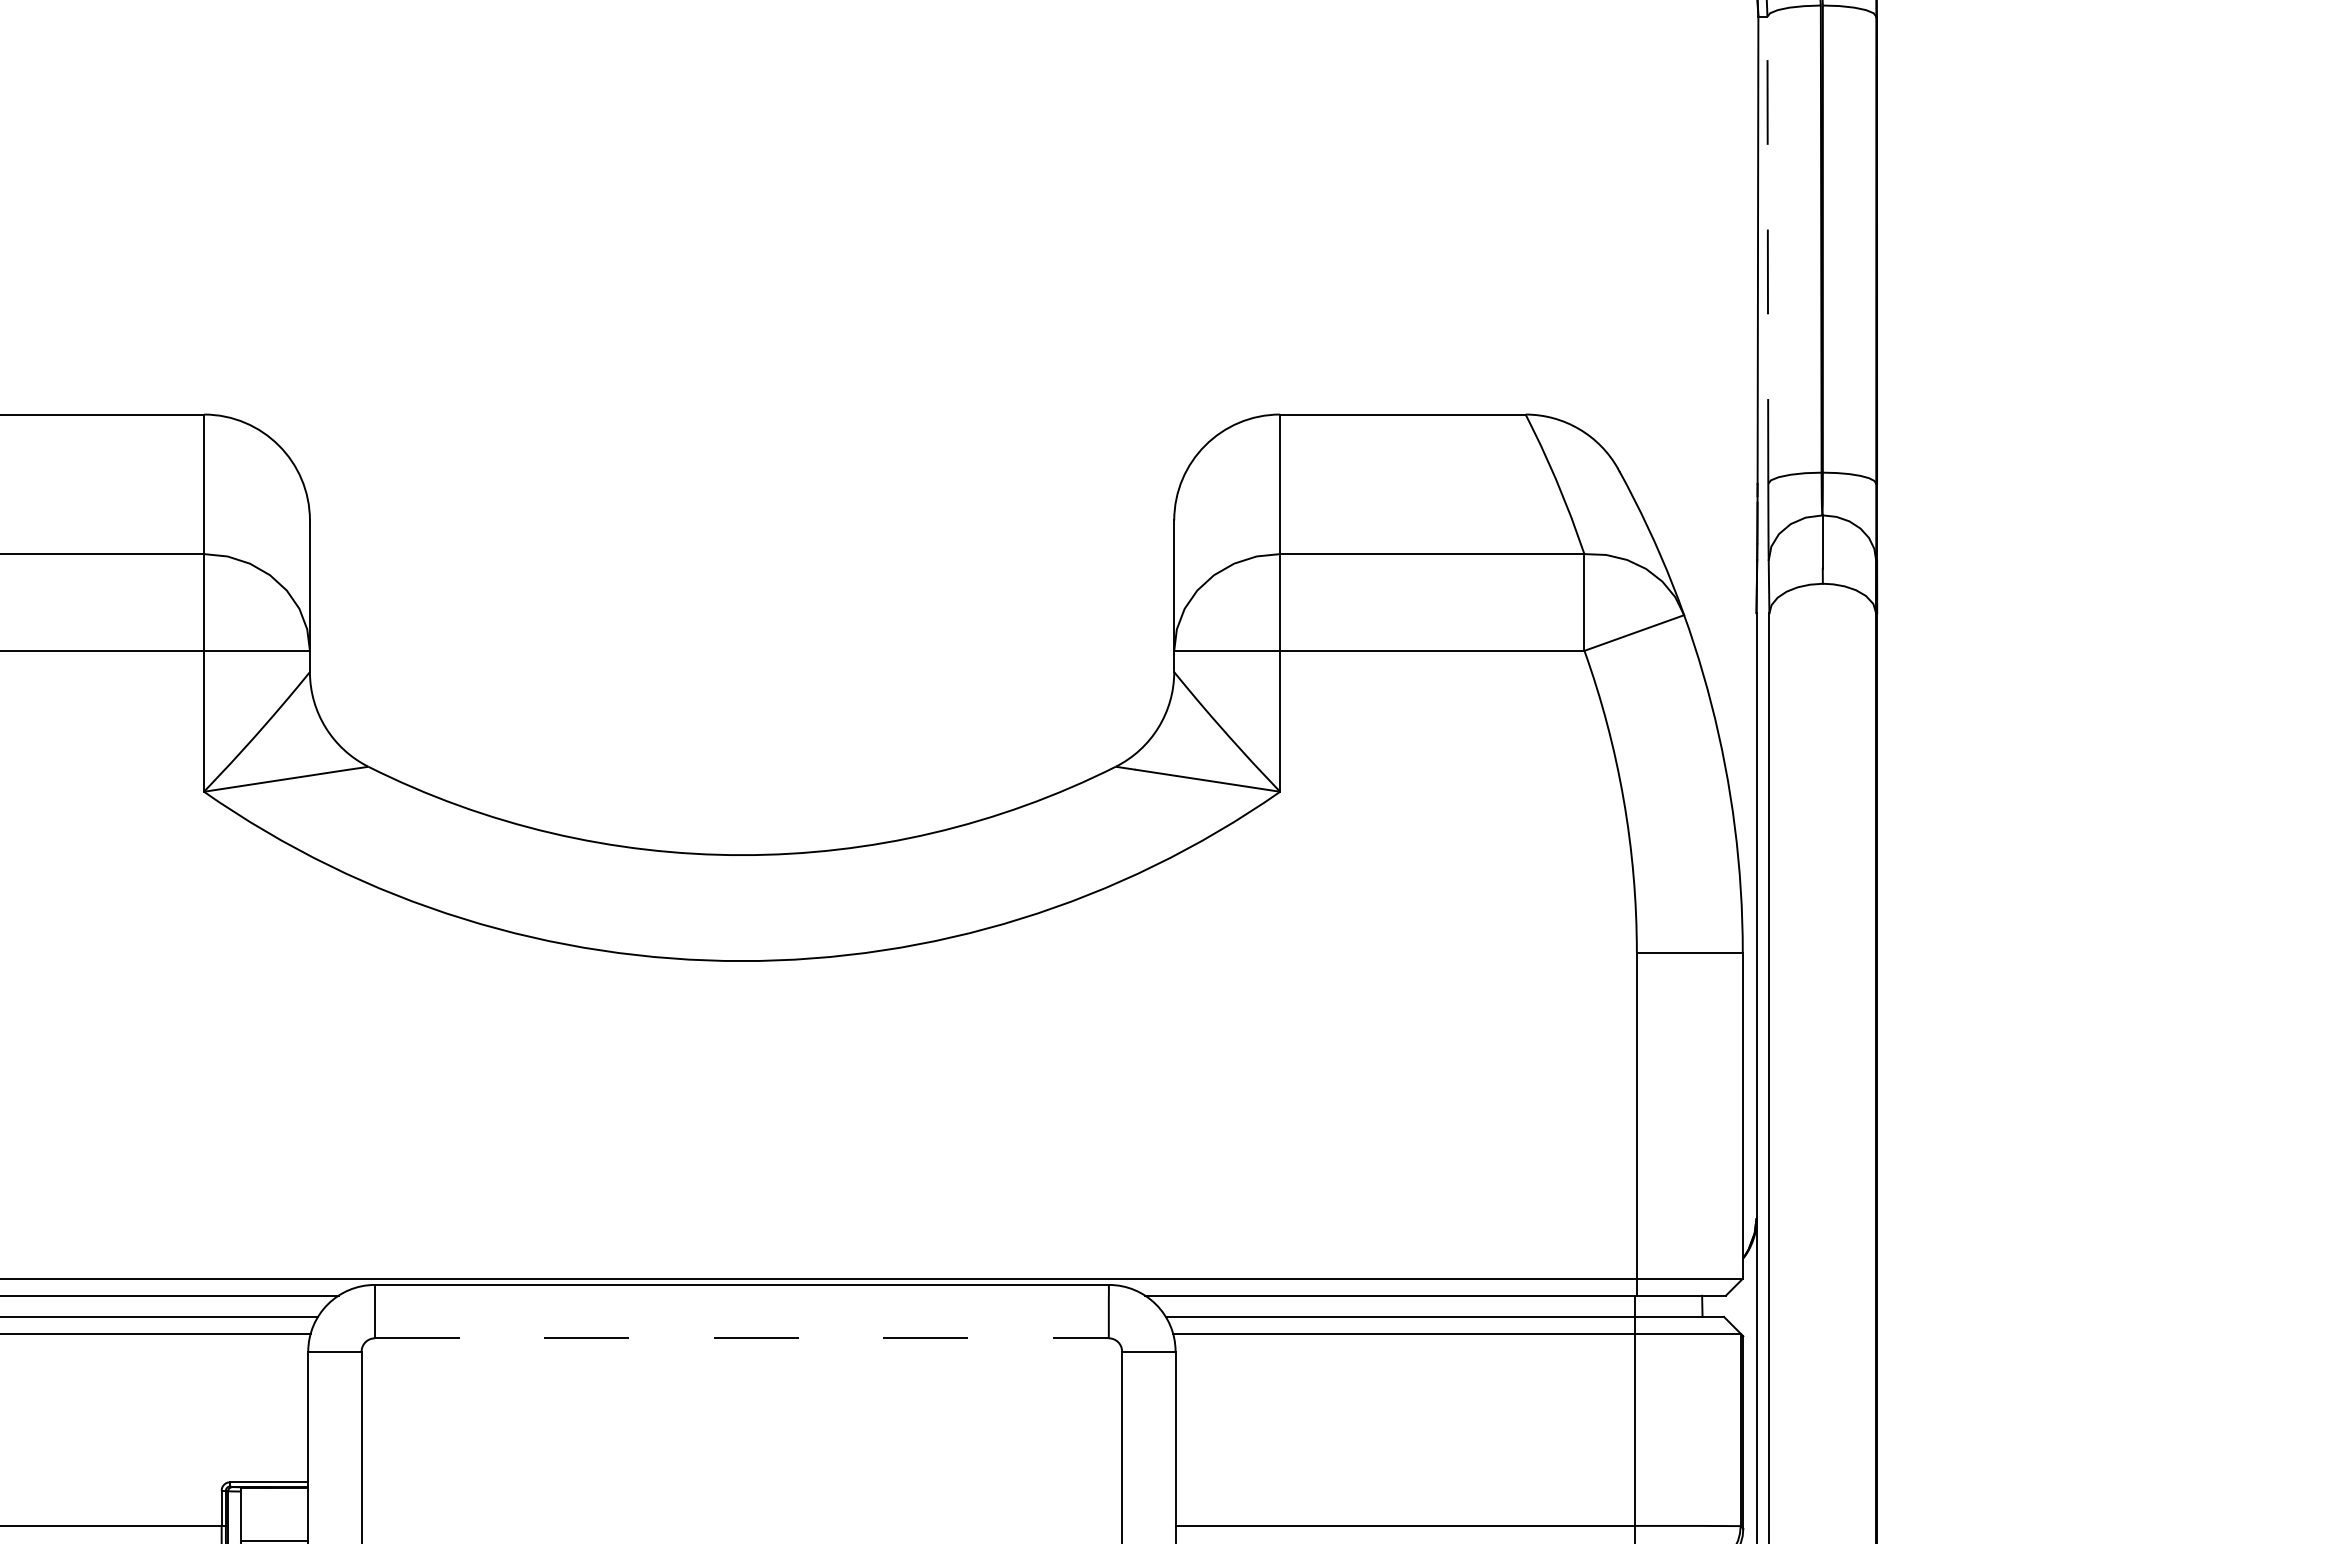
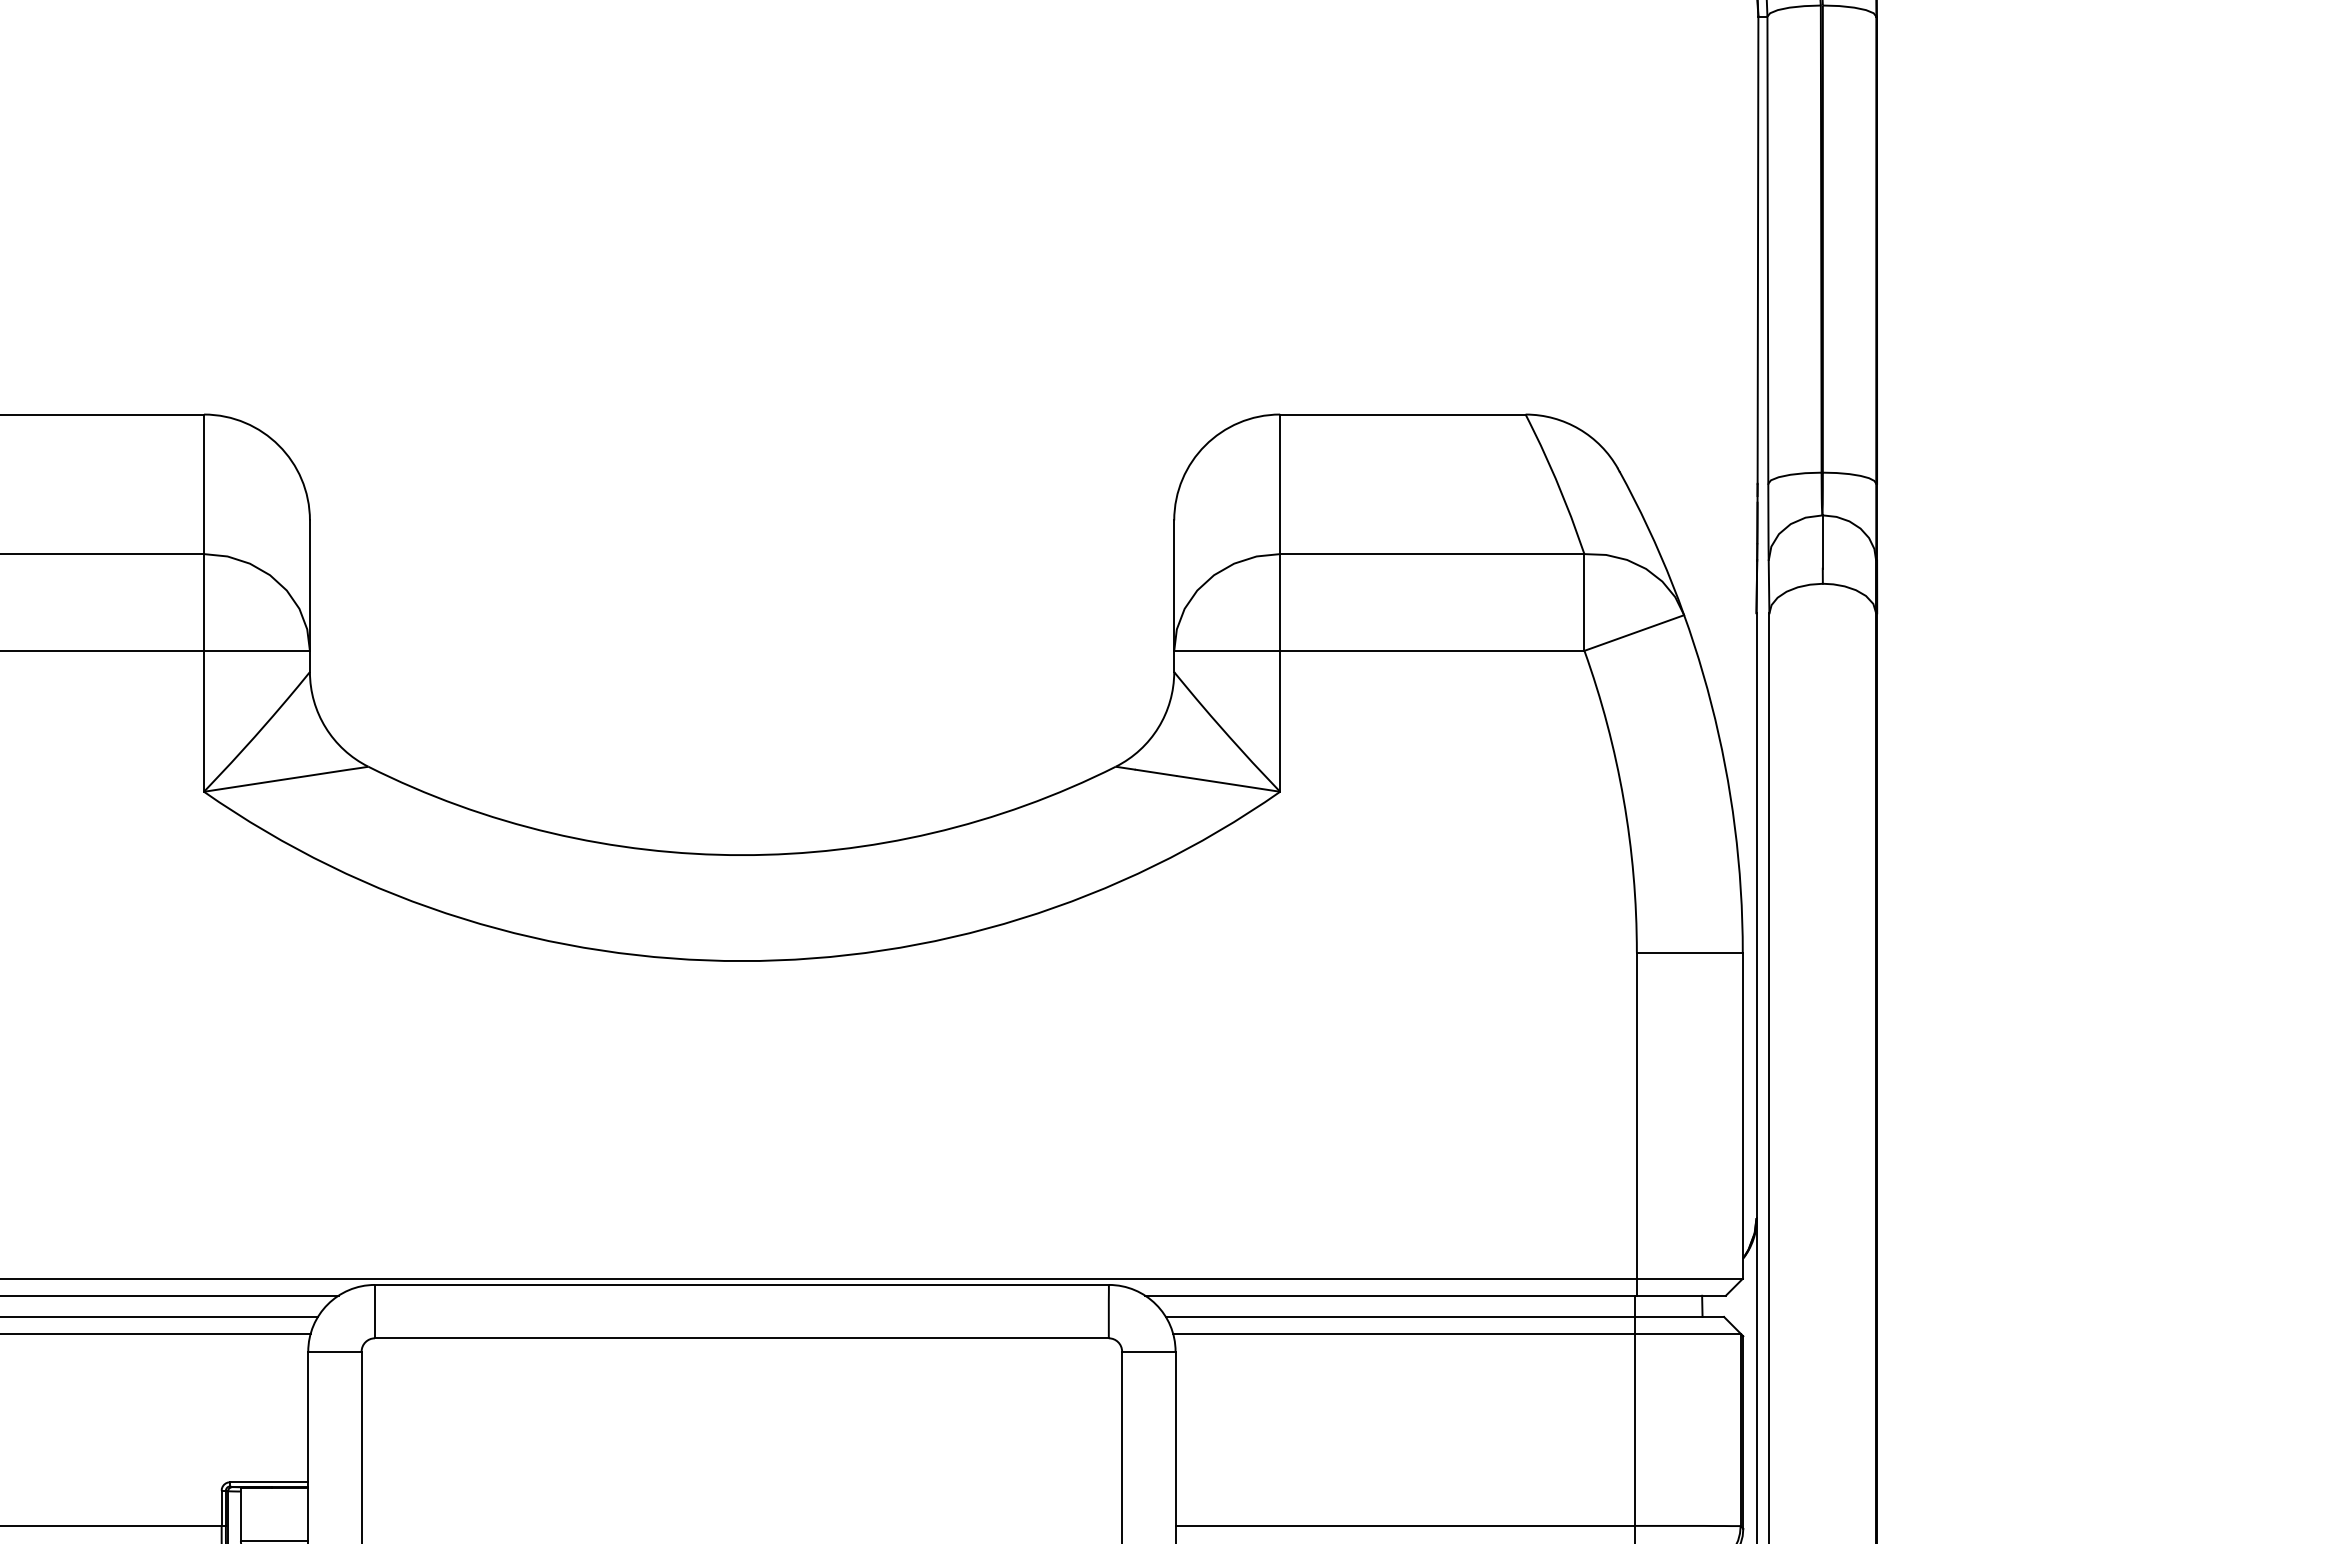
line at (1767, 250): dashed -> solid
line at (741, 1338): dashed -> solid
